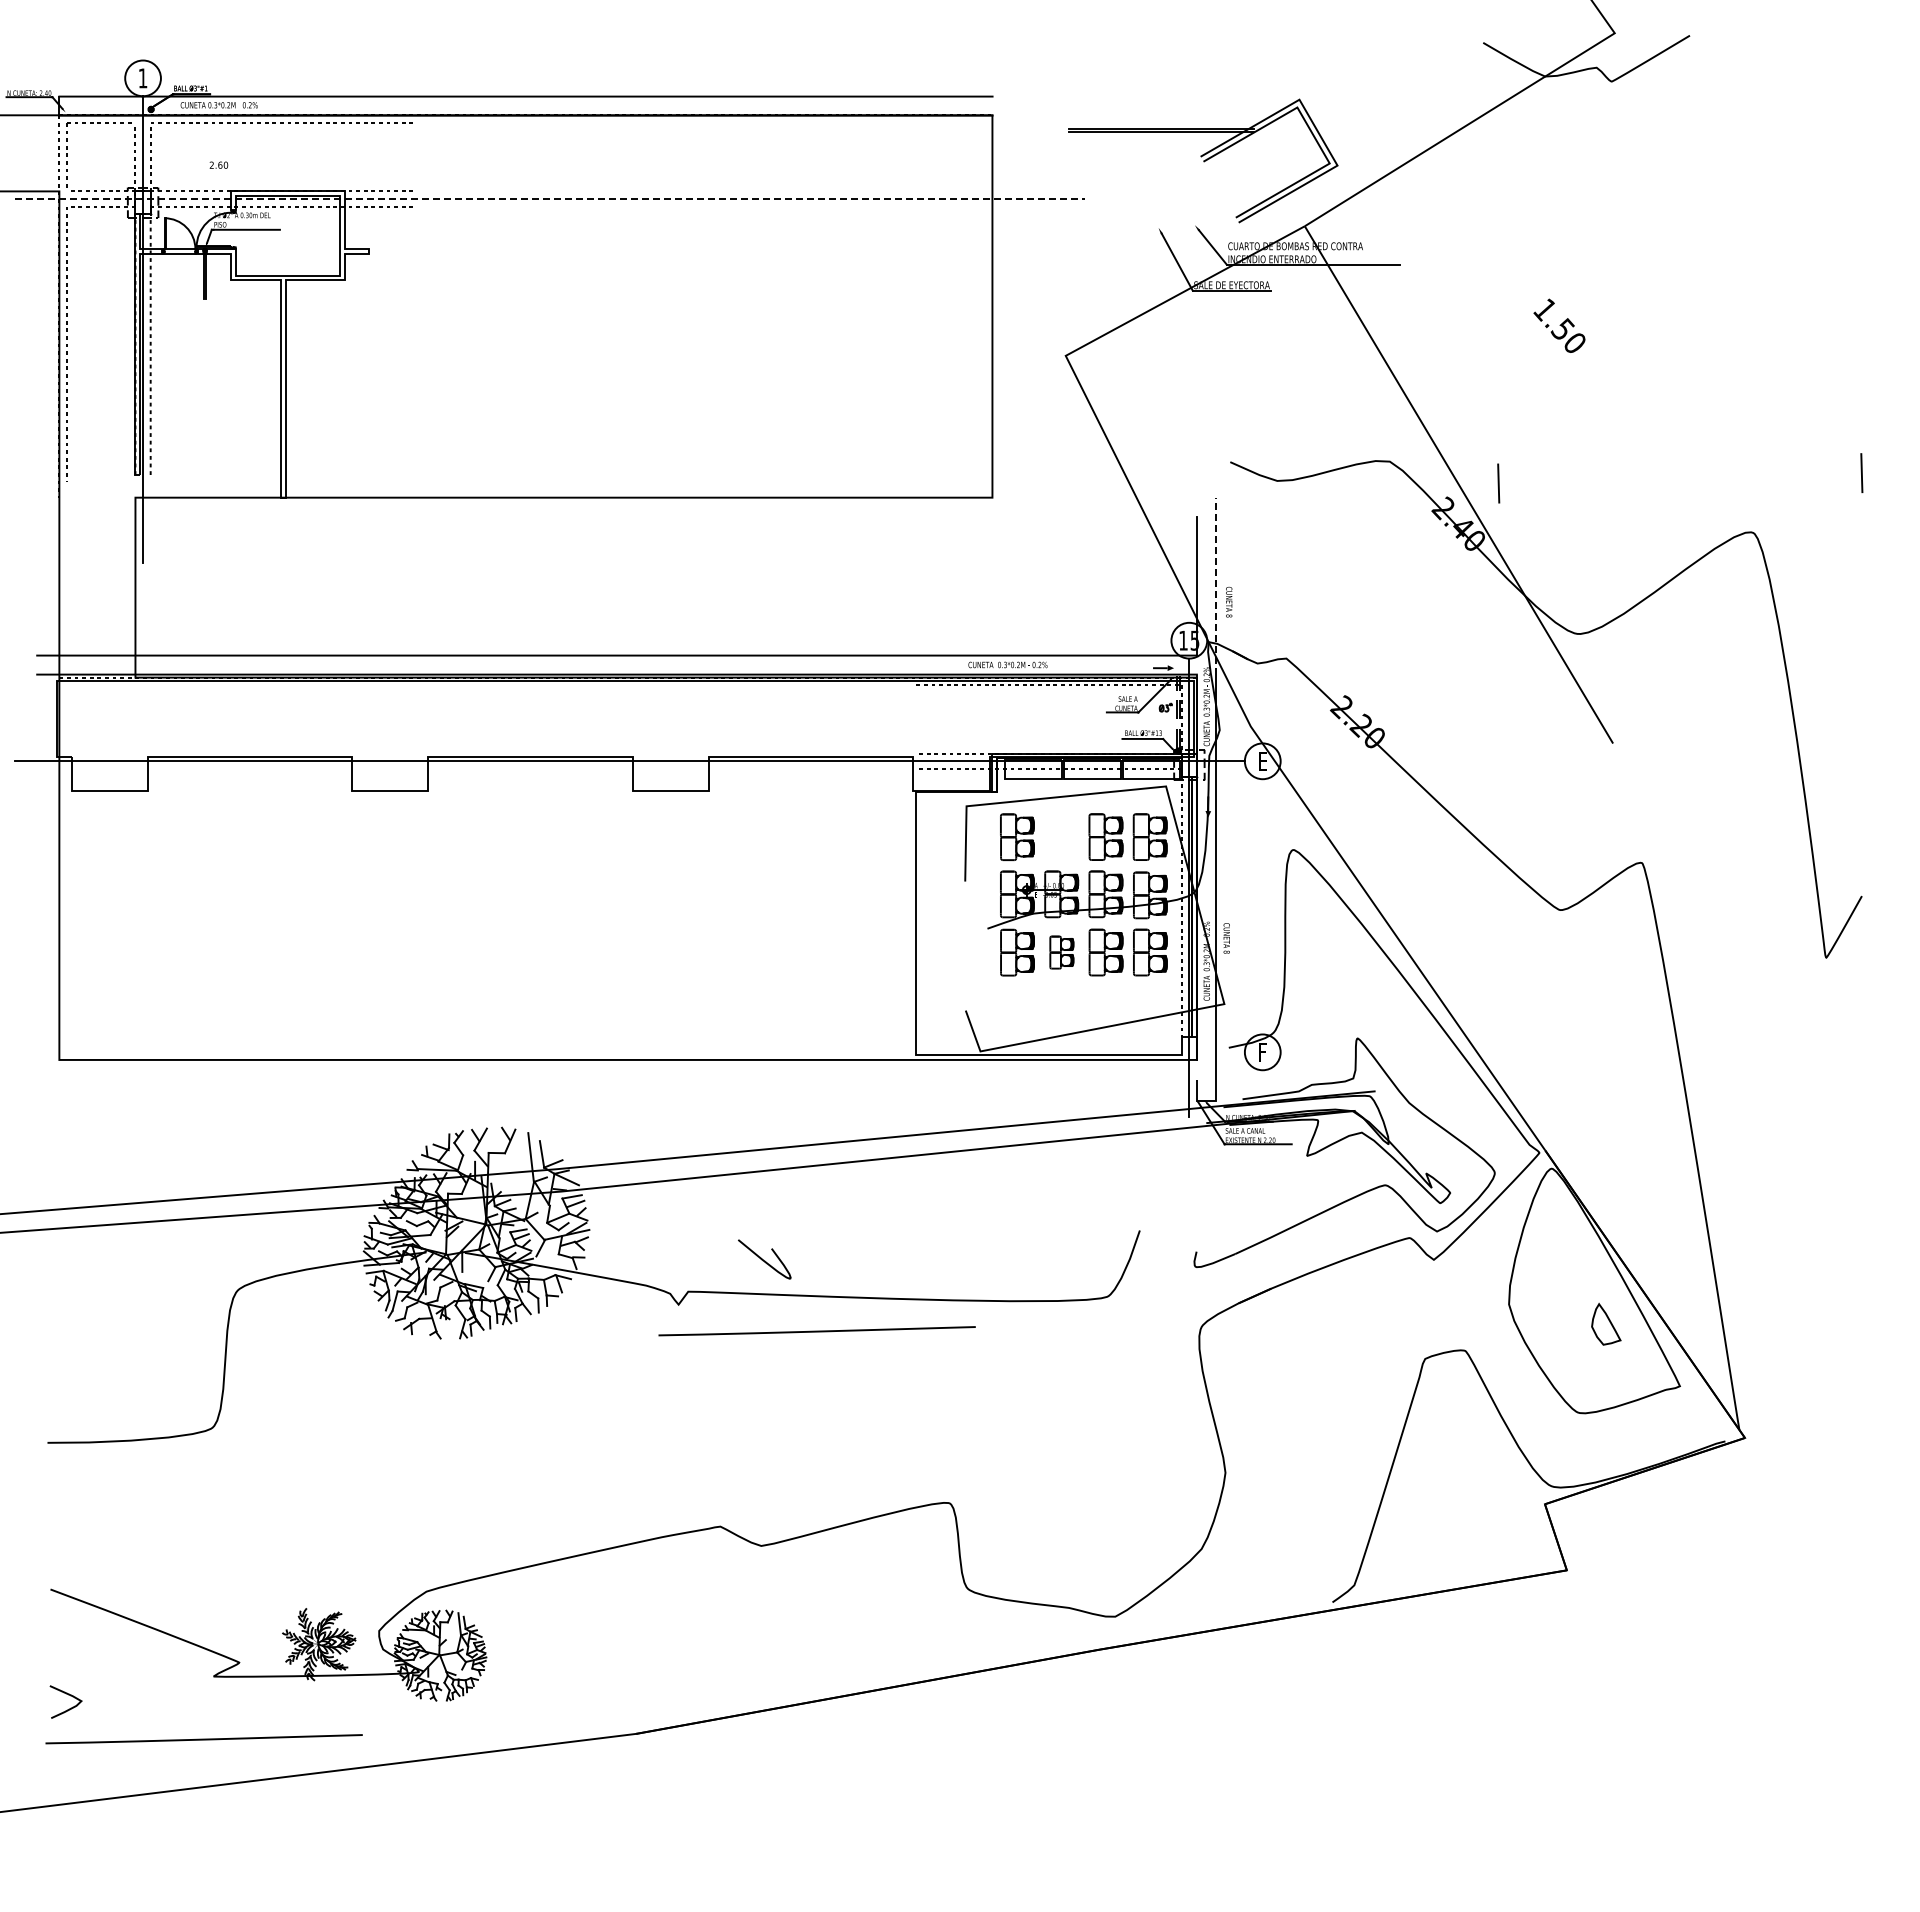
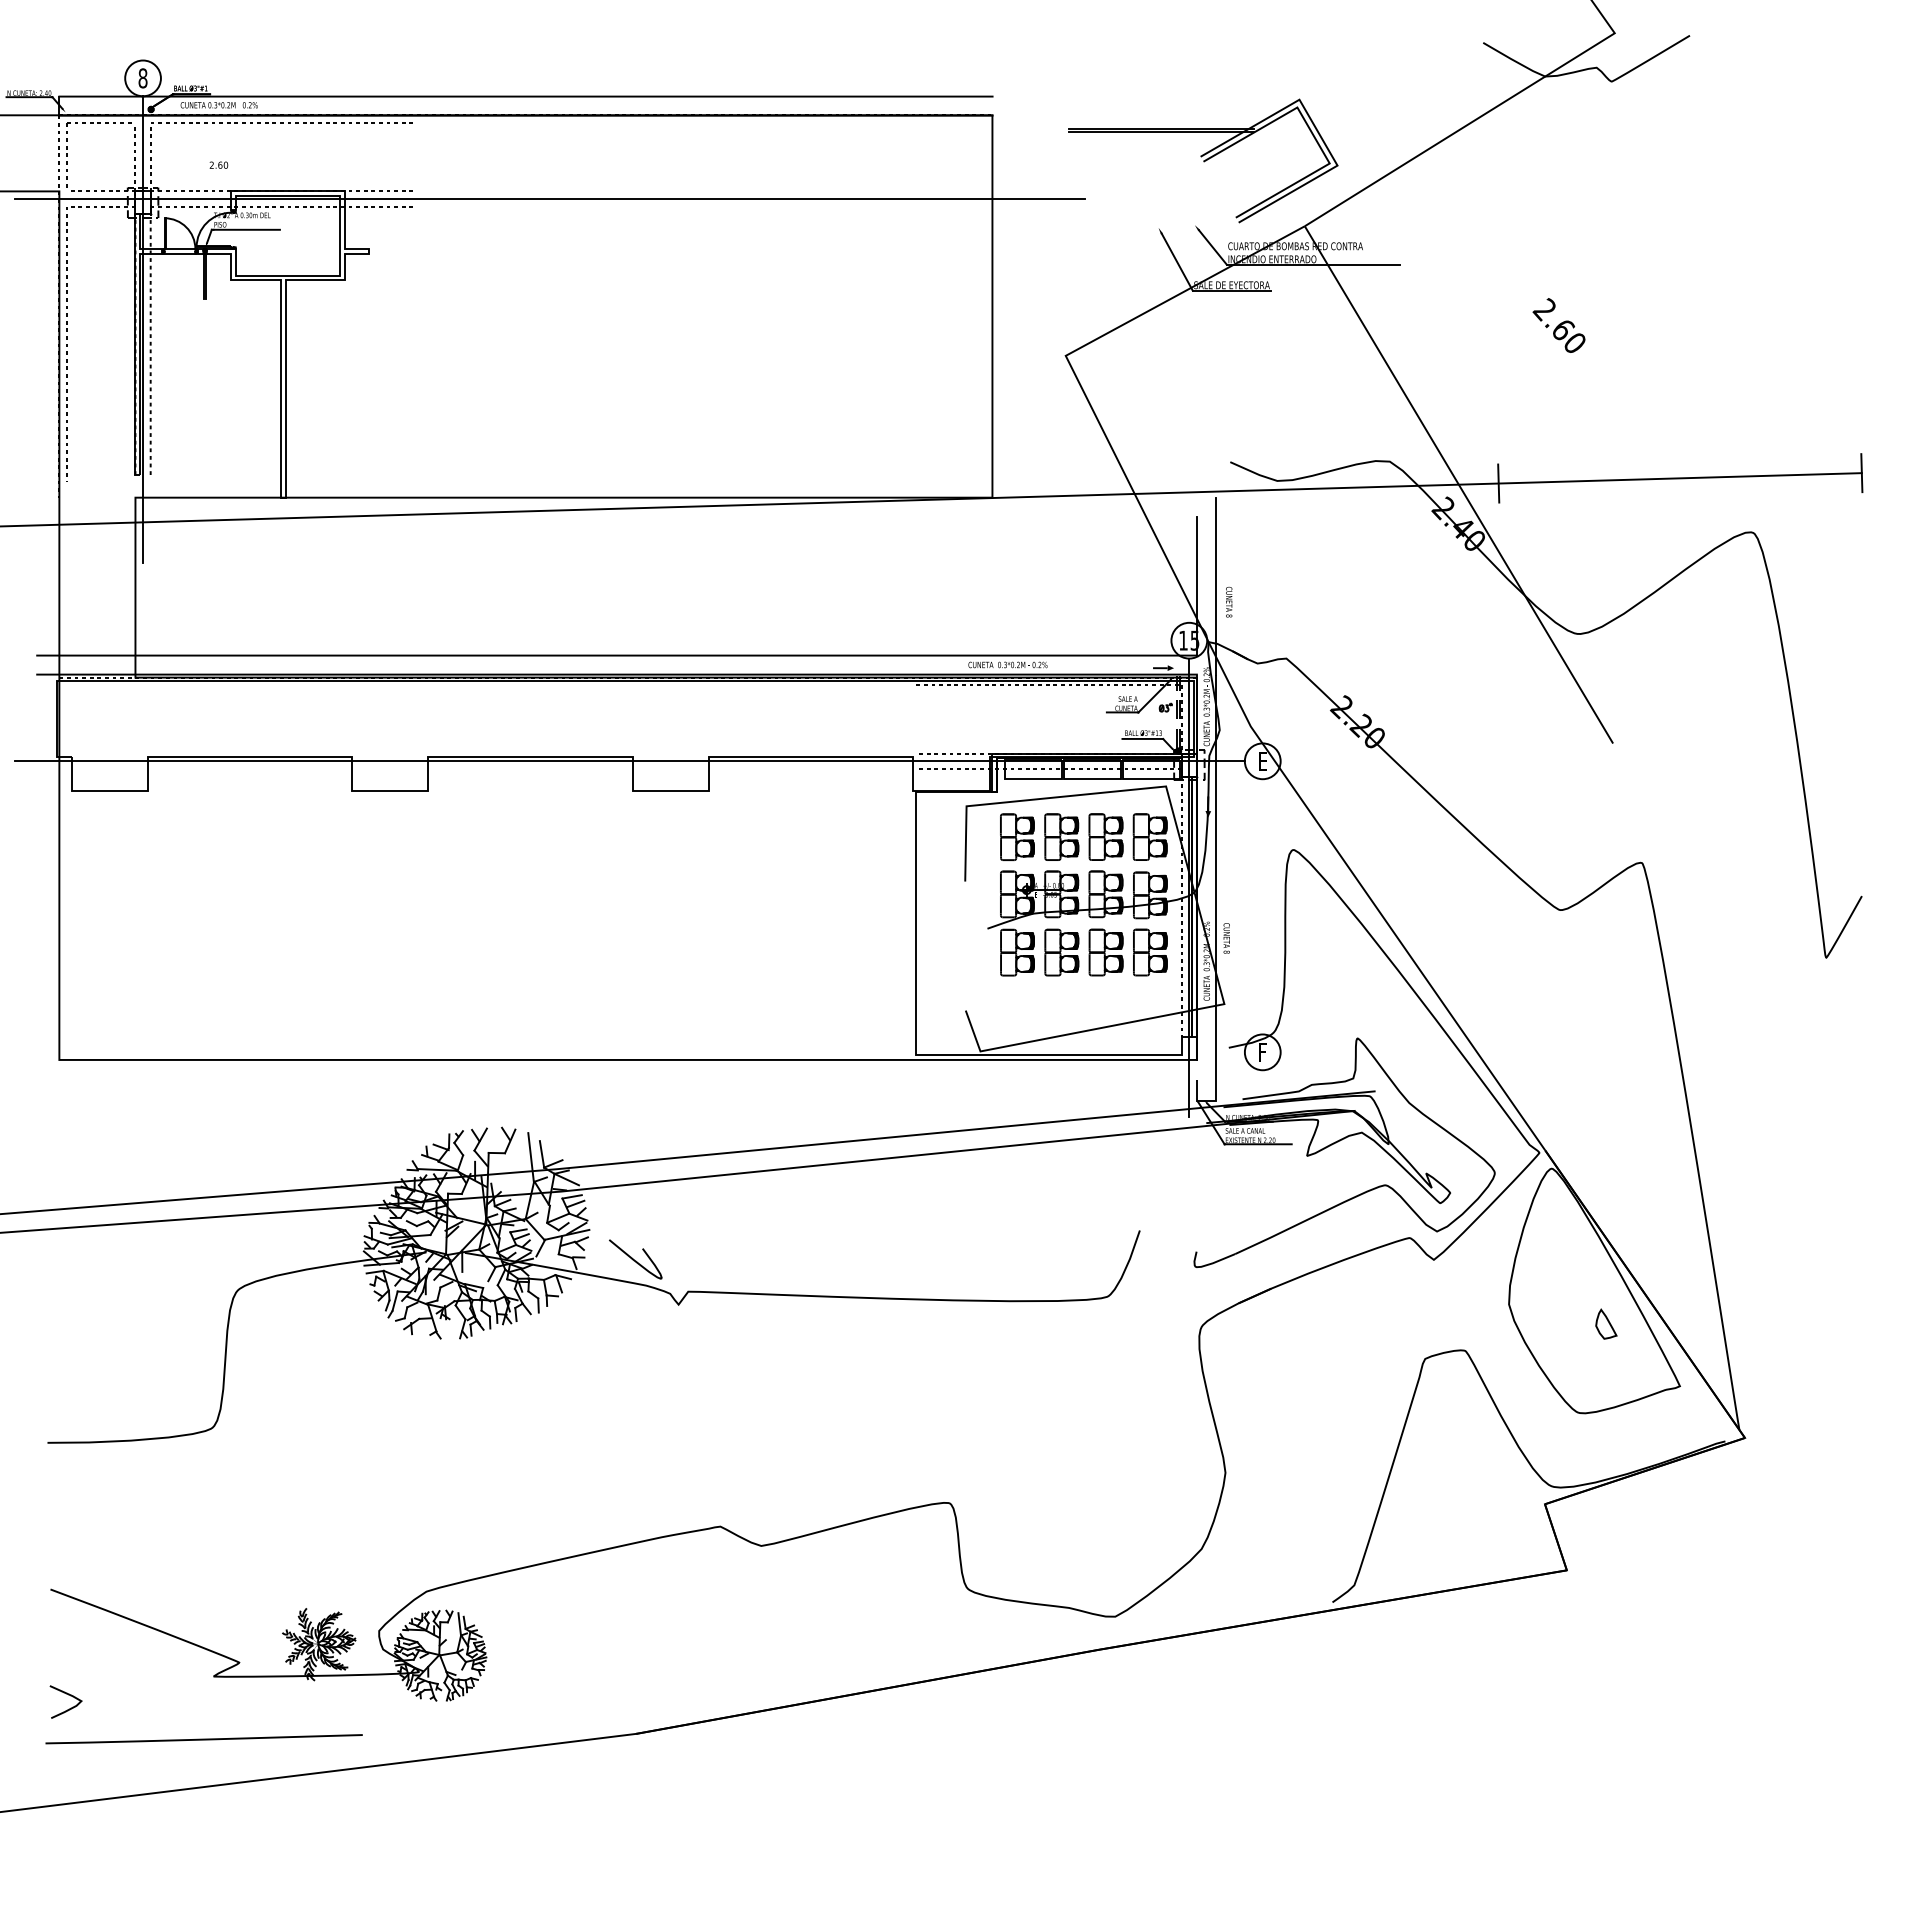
text at (142, 78): 1 -> 8
line at (549, 199): dashed -> solid
text at (1553, 319): 1.50 -> 2.60
line at (931, 499): none -> present
line at (1215, 586): dashed -> solid
part at (1061, 836): none -> present
part at (1061, 952) size: 26x35 px -> 36x49 px
curve at (763, 1259) position: (763, 1259) -> (634, 1259)
part at (1606, 1323) size: 31x44 px -> 23x32 px
line at (816, 1331): present -> none
